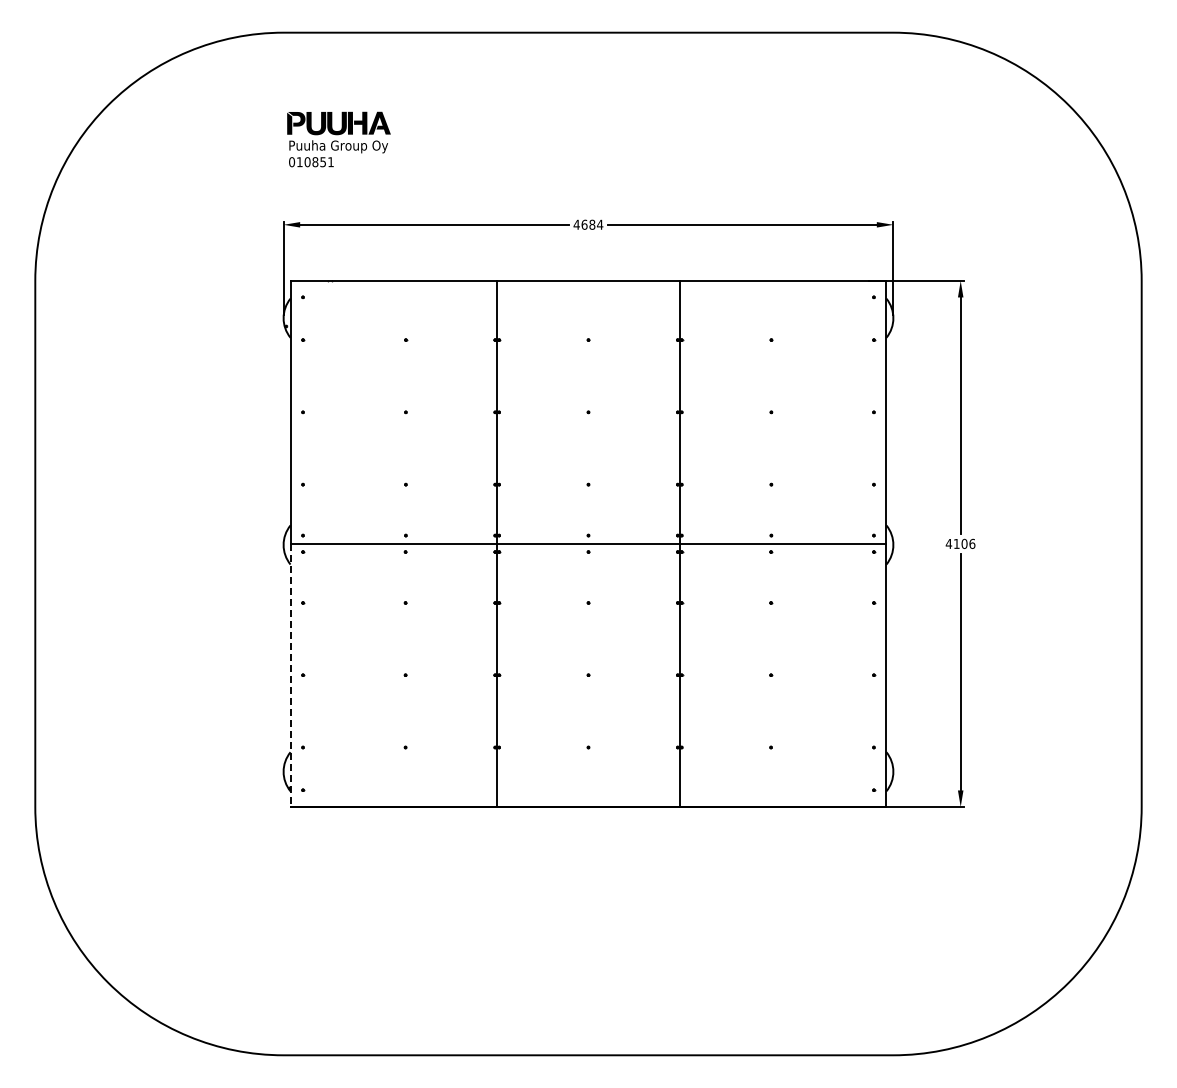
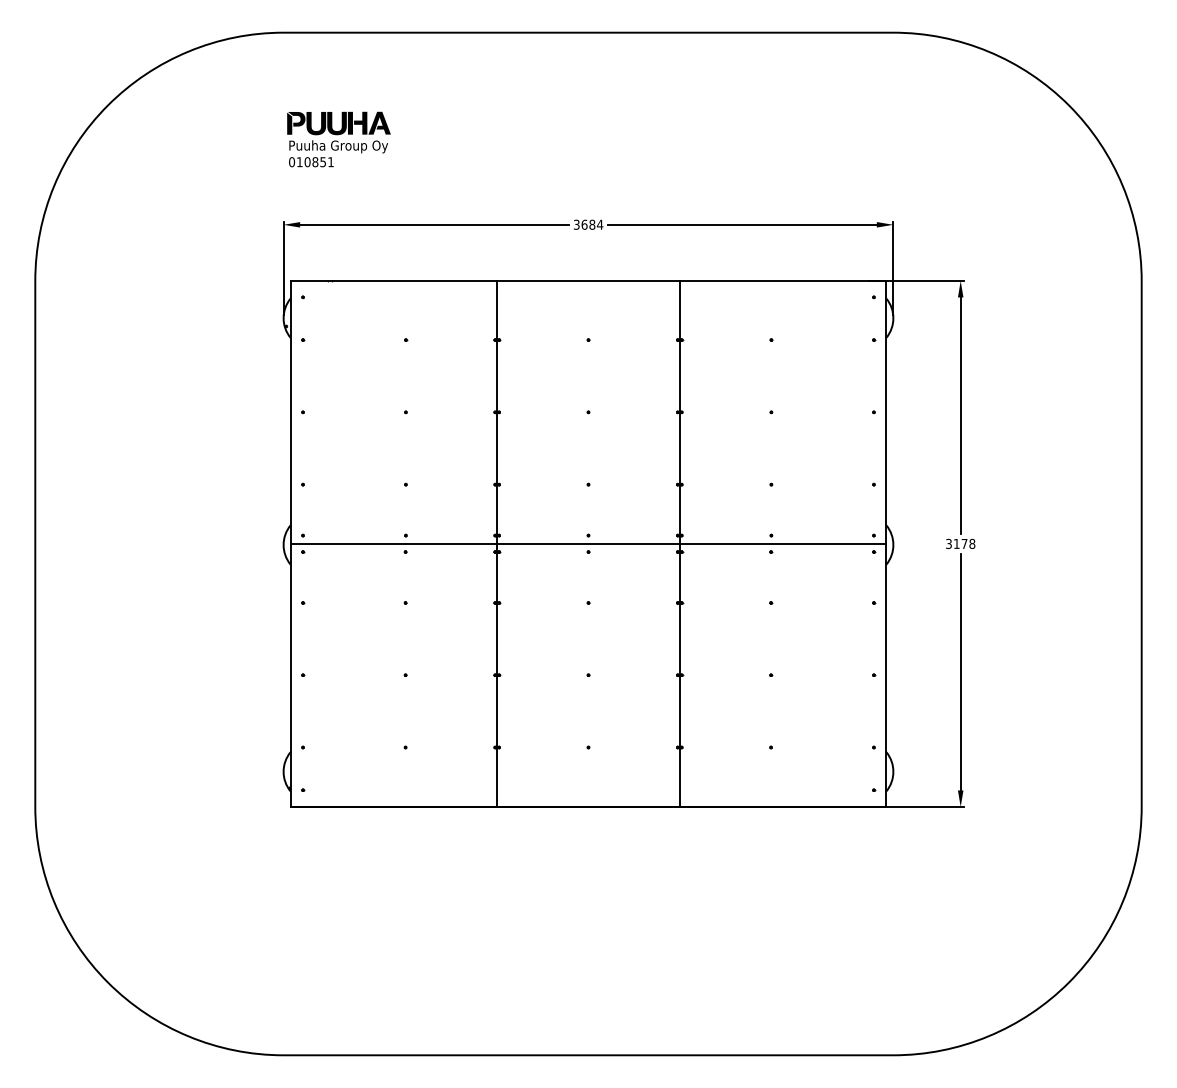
text at (576, 224): 4684 -> 3684
text at (960, 543): 4106 -> 3178
line at (290, 675): dashed -> solid
